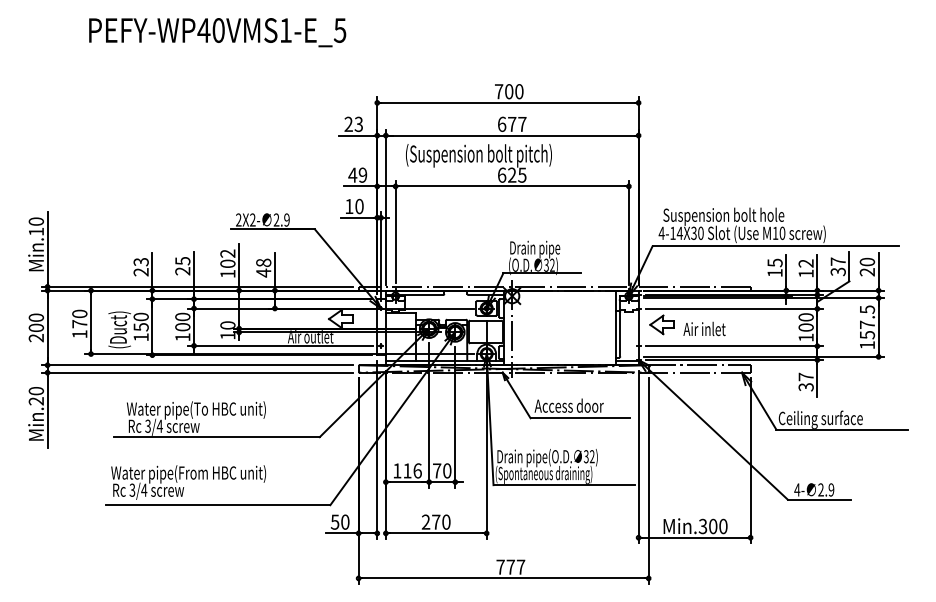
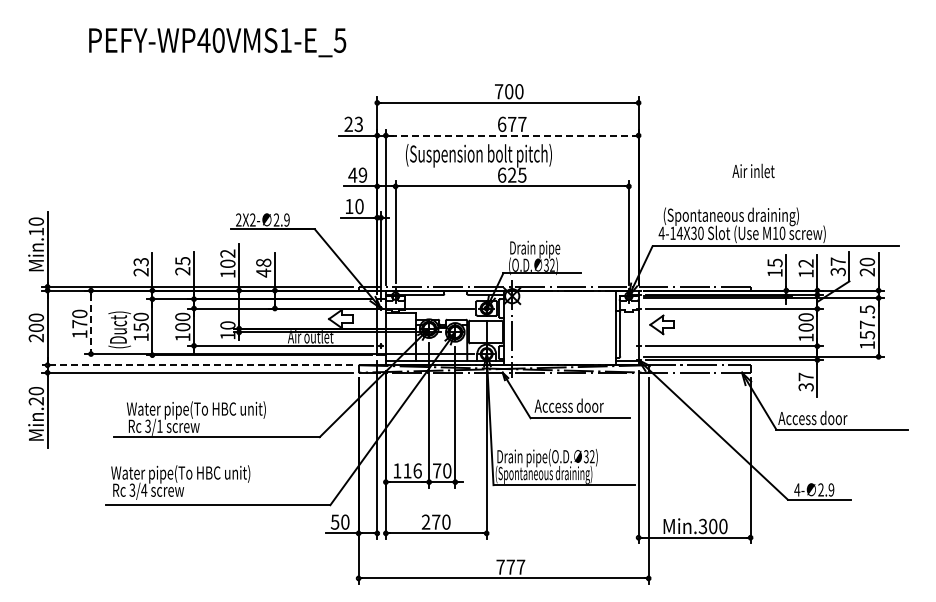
text at (217, 32) position: (217, 32) -> (217, 42)
line at (512, 135): solid -> dashed
text at (730, 216): Suspension bolt hole -> (Spontaneous draining)
line at (91, 322): solid -> dashed
text at (704, 328) position: (704, 328) -> (753, 170)
line at (197, 365): solid -> dashed
text at (820, 419): Ceiling surface -> Access door
text at (159, 425): 3/4 -> 3/1
text at (222, 473): Water pipe(From HBC unit) -> Water pipe(To HBC unit)
